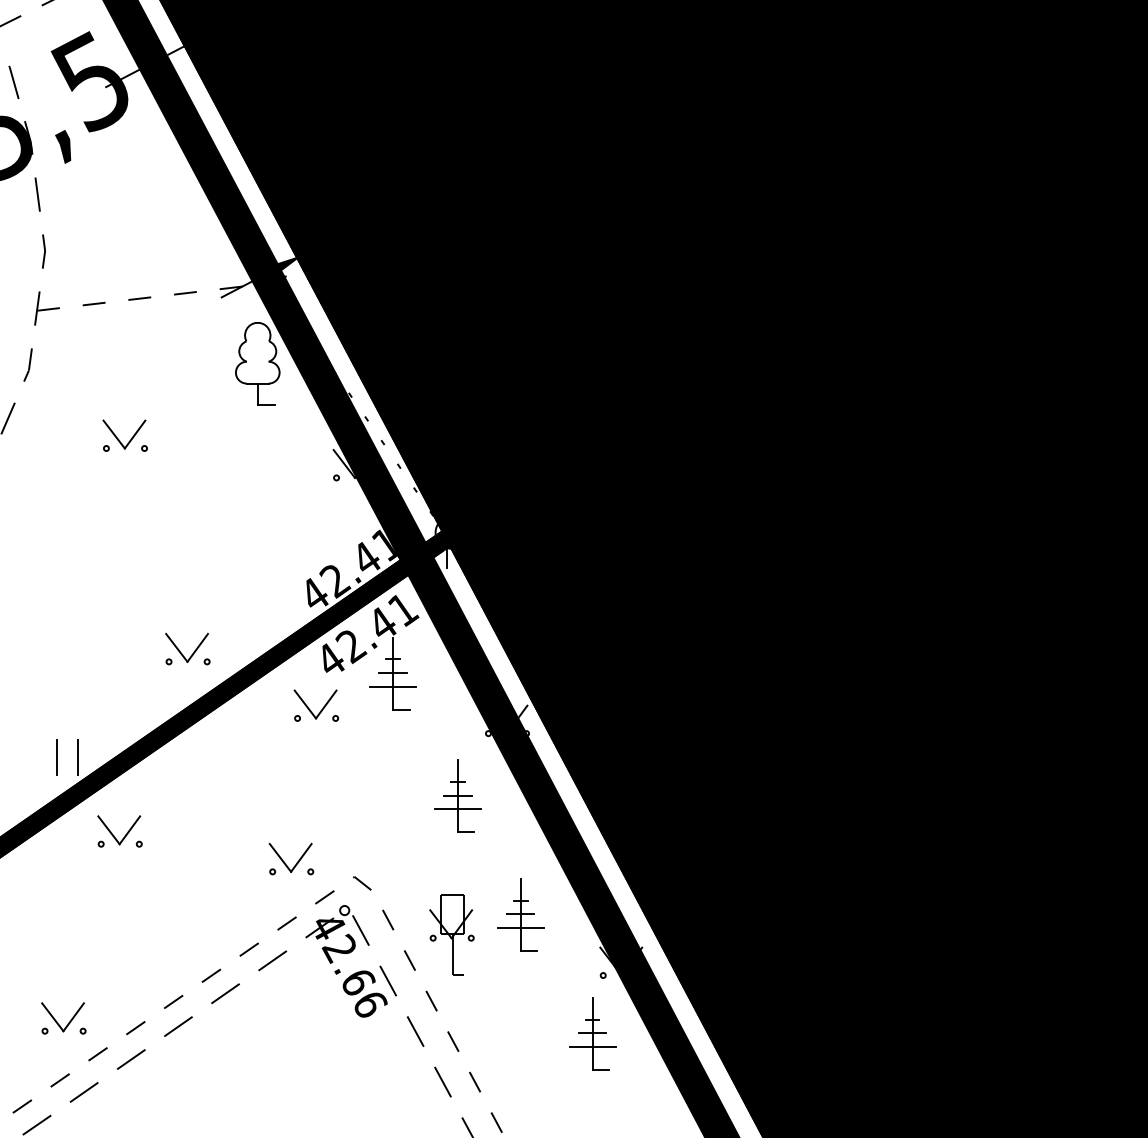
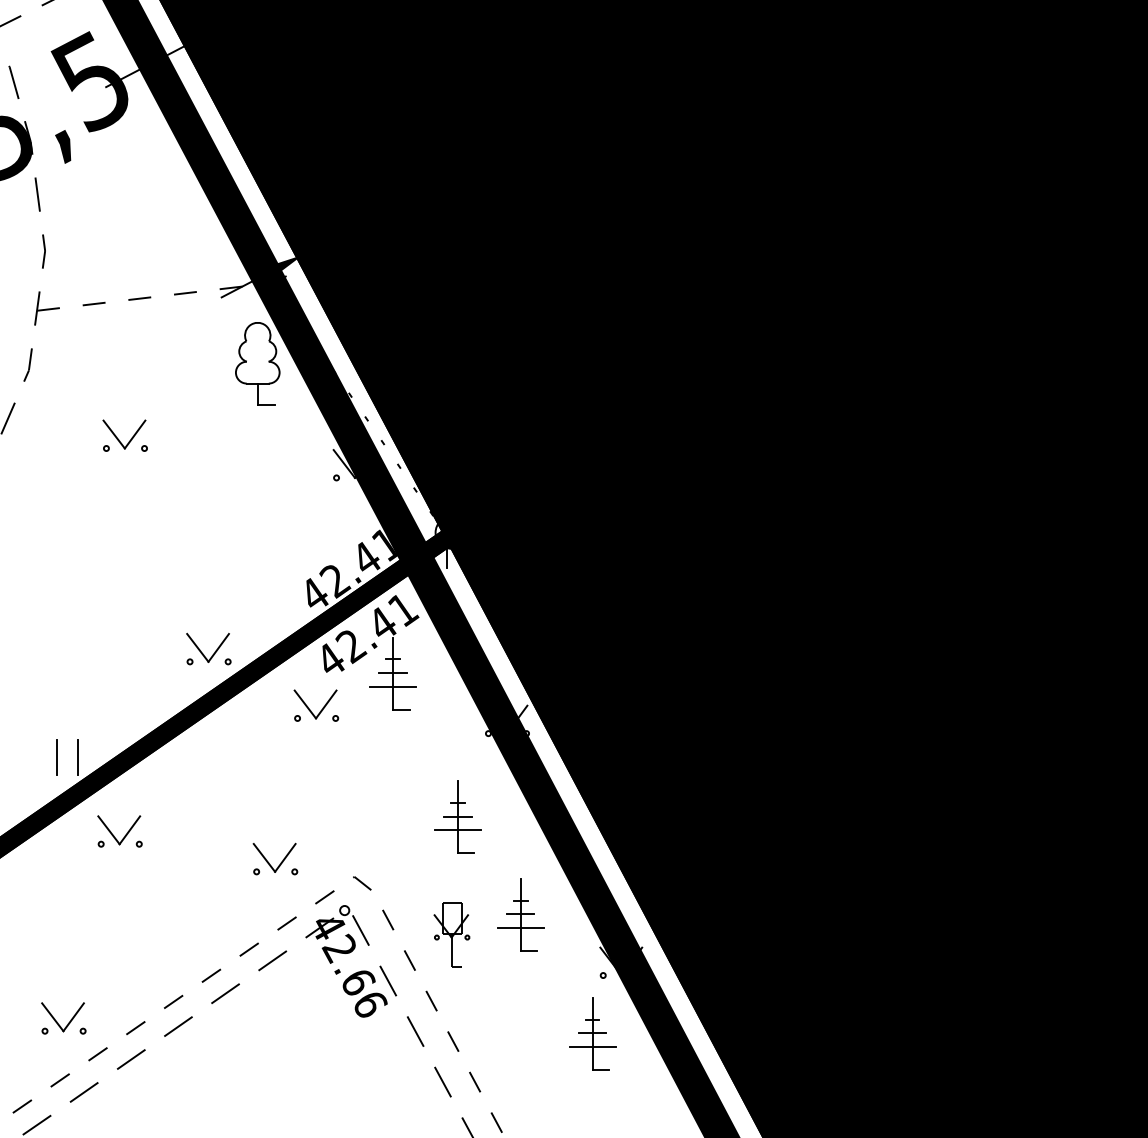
part at (193, 651) position: (193, 651) -> (214, 651)
part at (457, 795) position: (457, 795) -> (457, 816)
part at (296, 862) position: (296, 862) -> (280, 862)
part at (451, 934) size: 46x82 px -> 38x66 px
